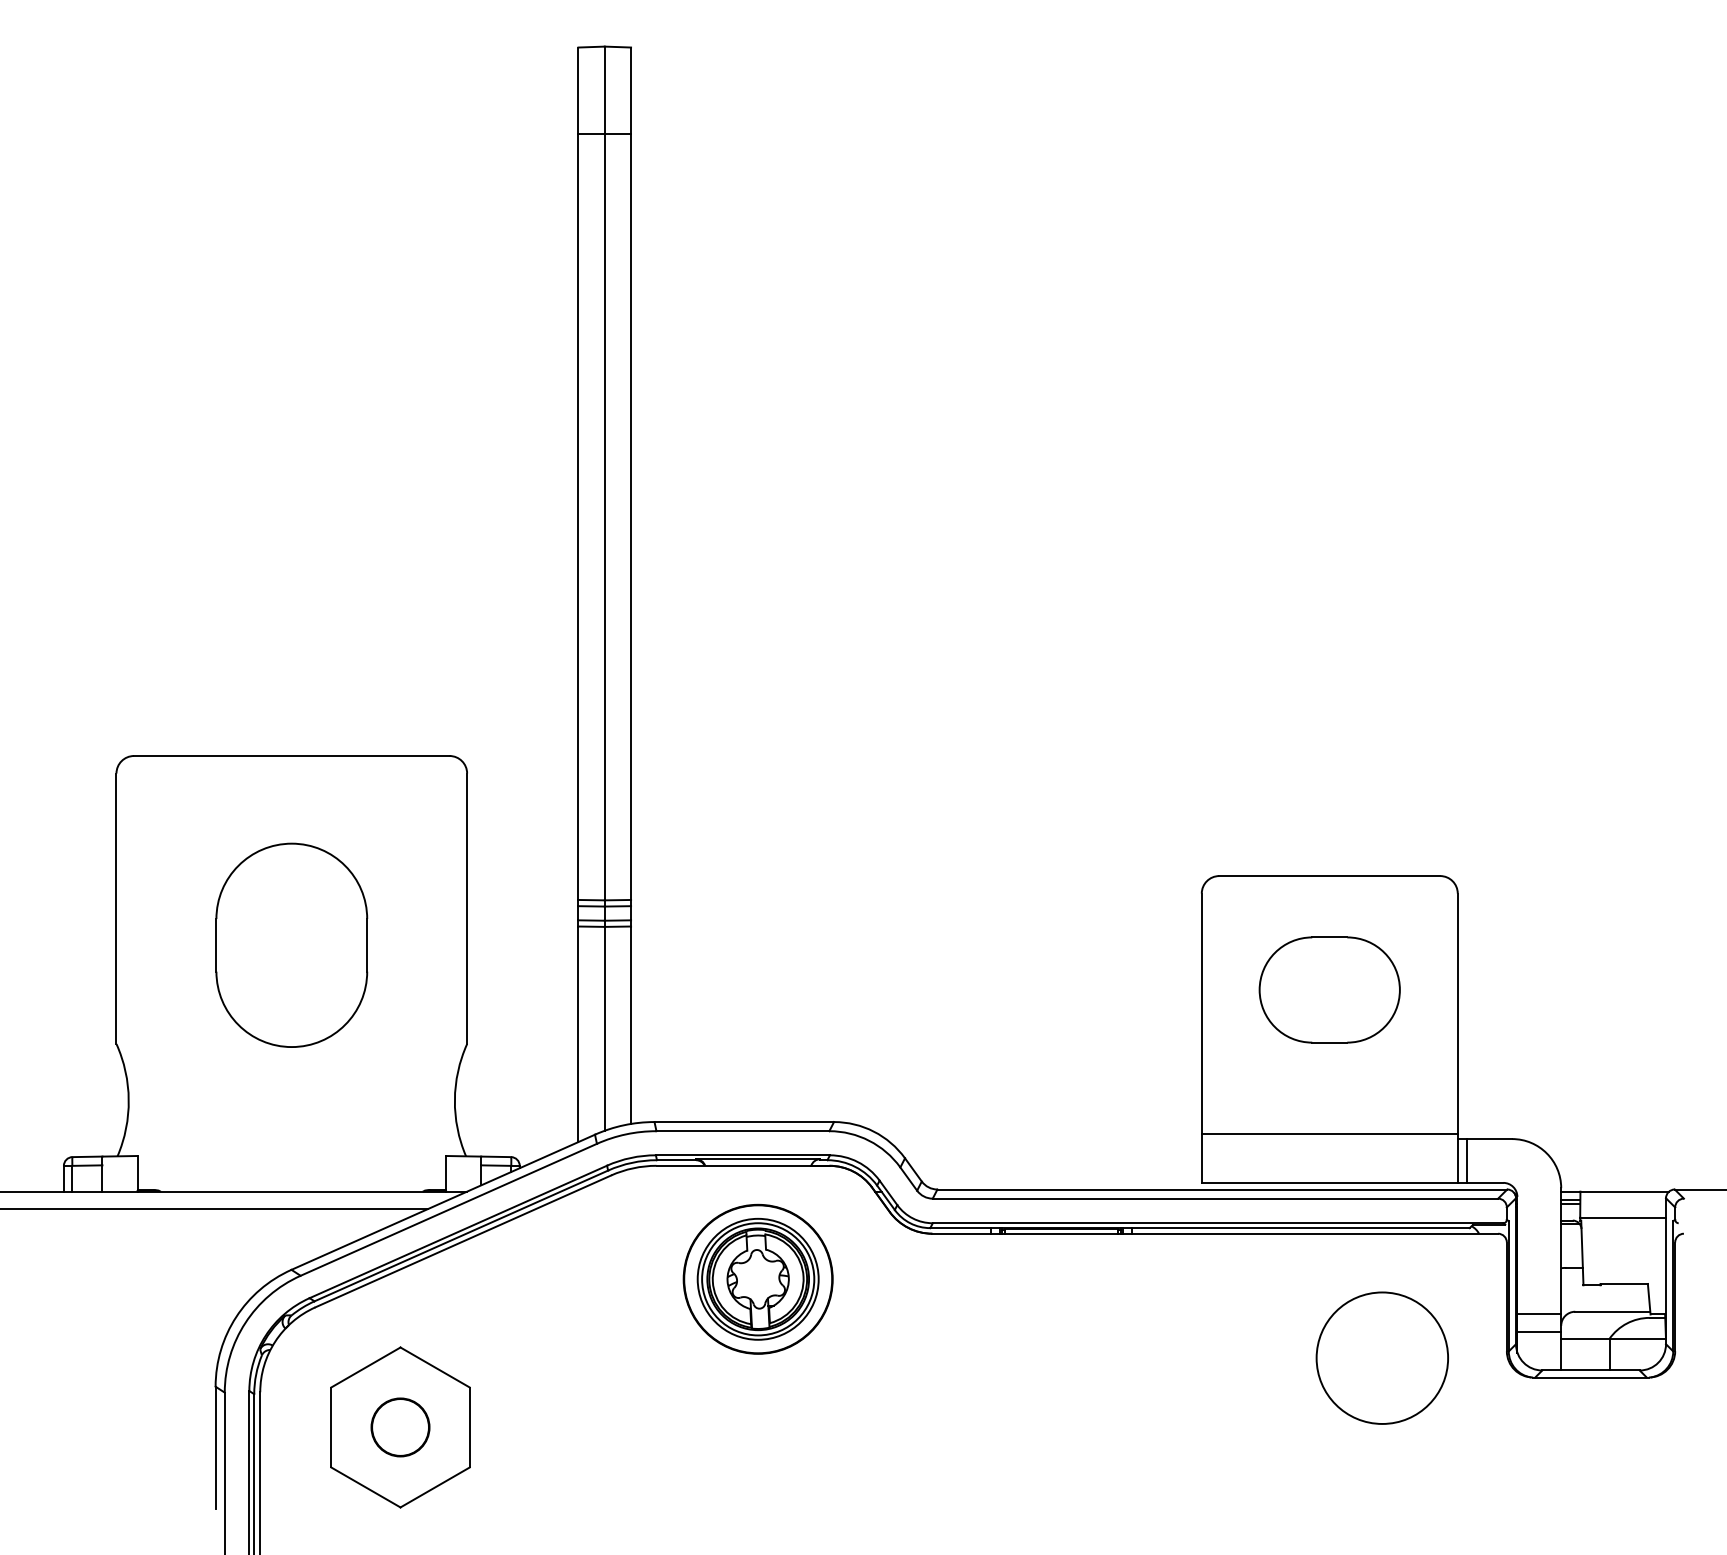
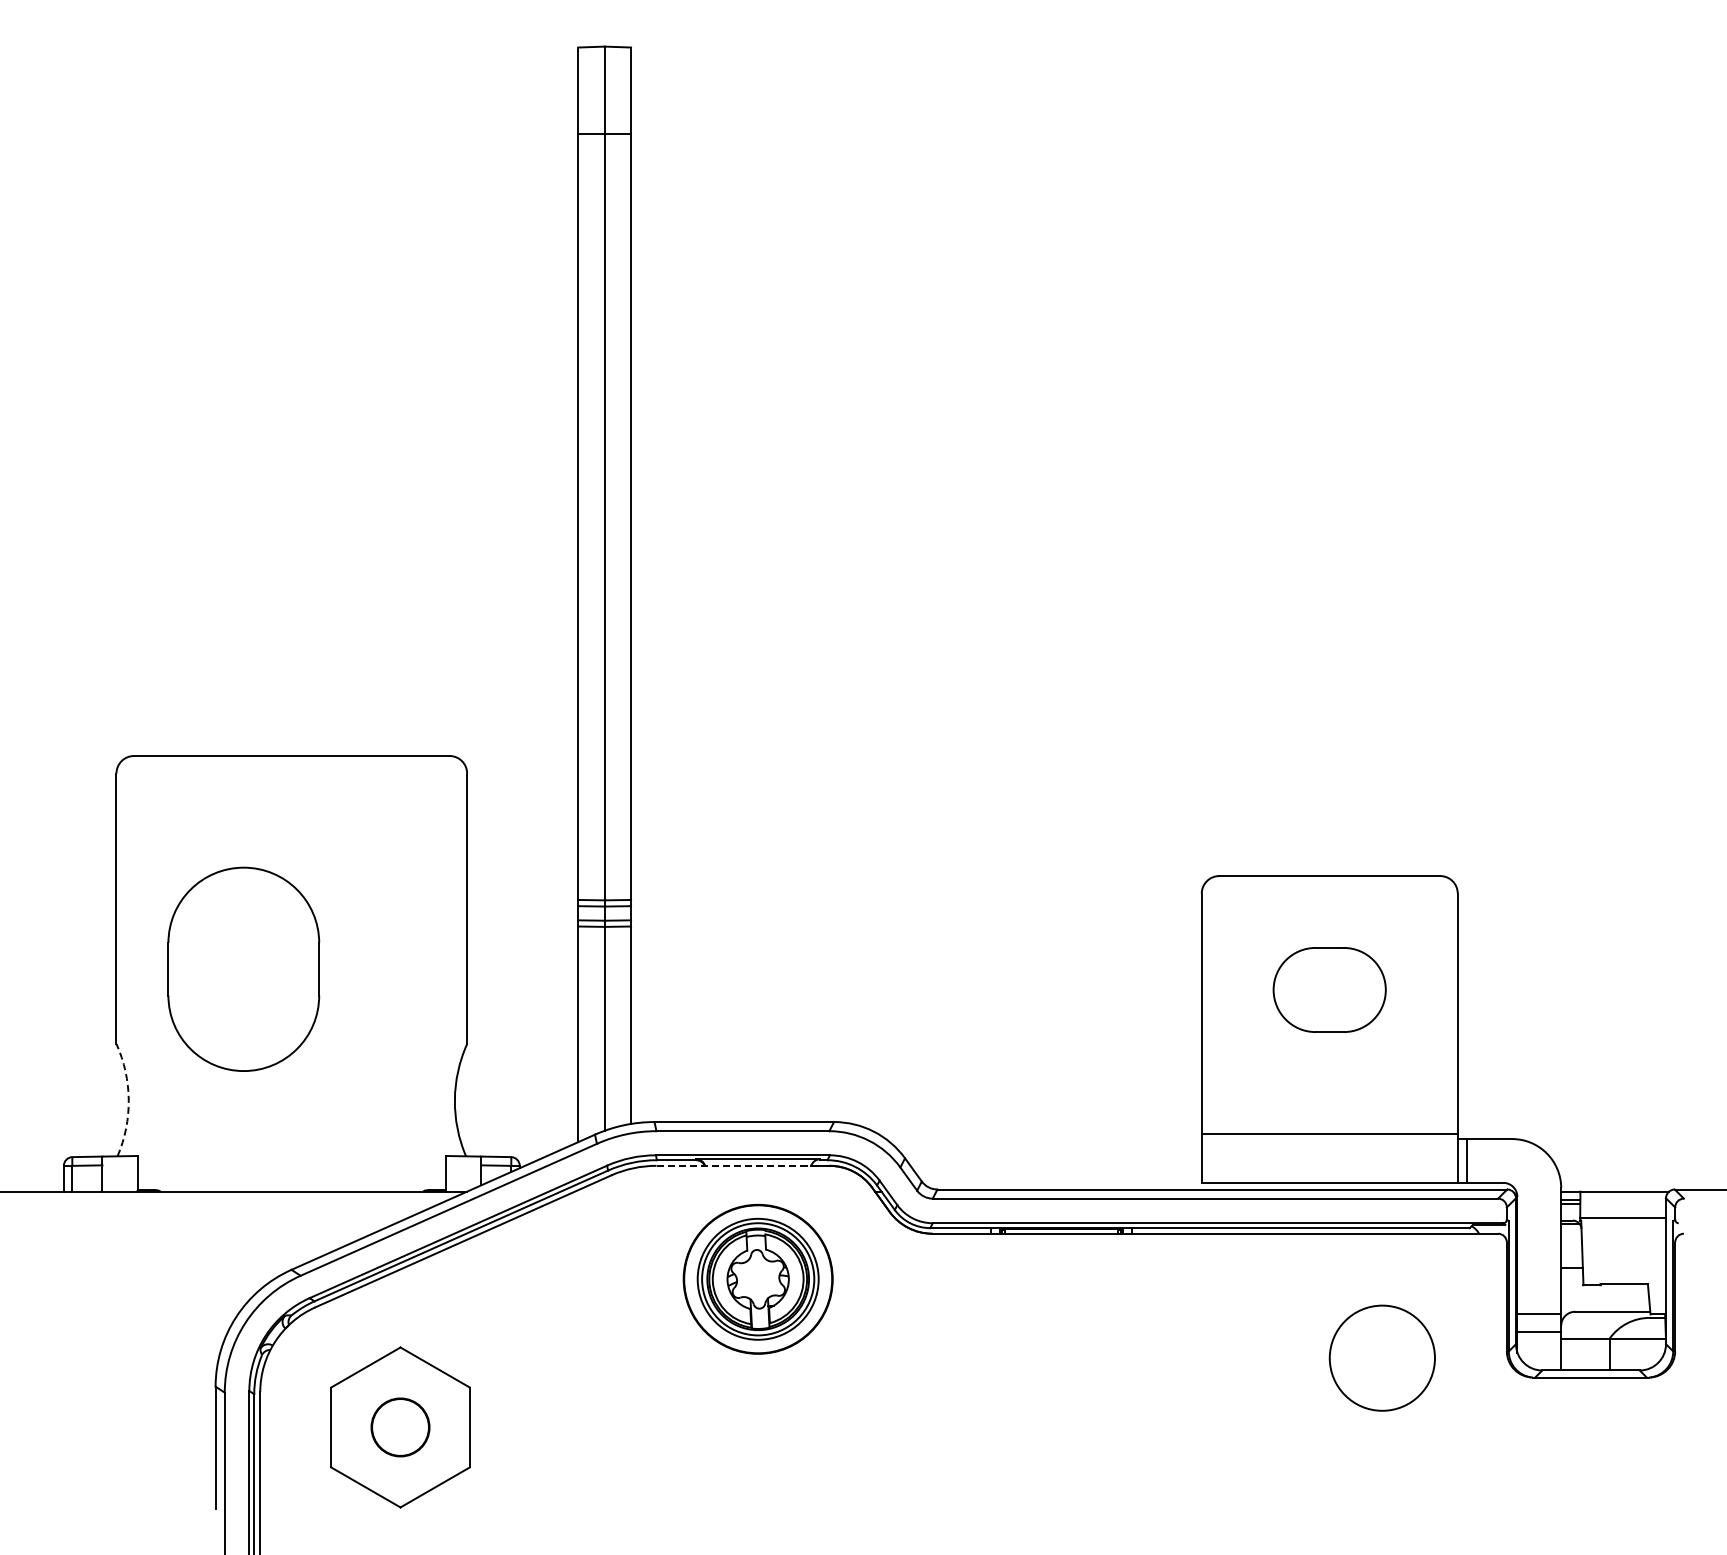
part at (291, 944) position: (291, 944) -> (243, 968)
part at (1329, 989) size: 143x108 px -> 115x86 px
arc at (128, 1100): solid -> dashed
line at (742, 1165): solid -> dashed
line at (214, 1209): present -> none
circle at (1382, 1357) diameter: 131 px -> 105 px
